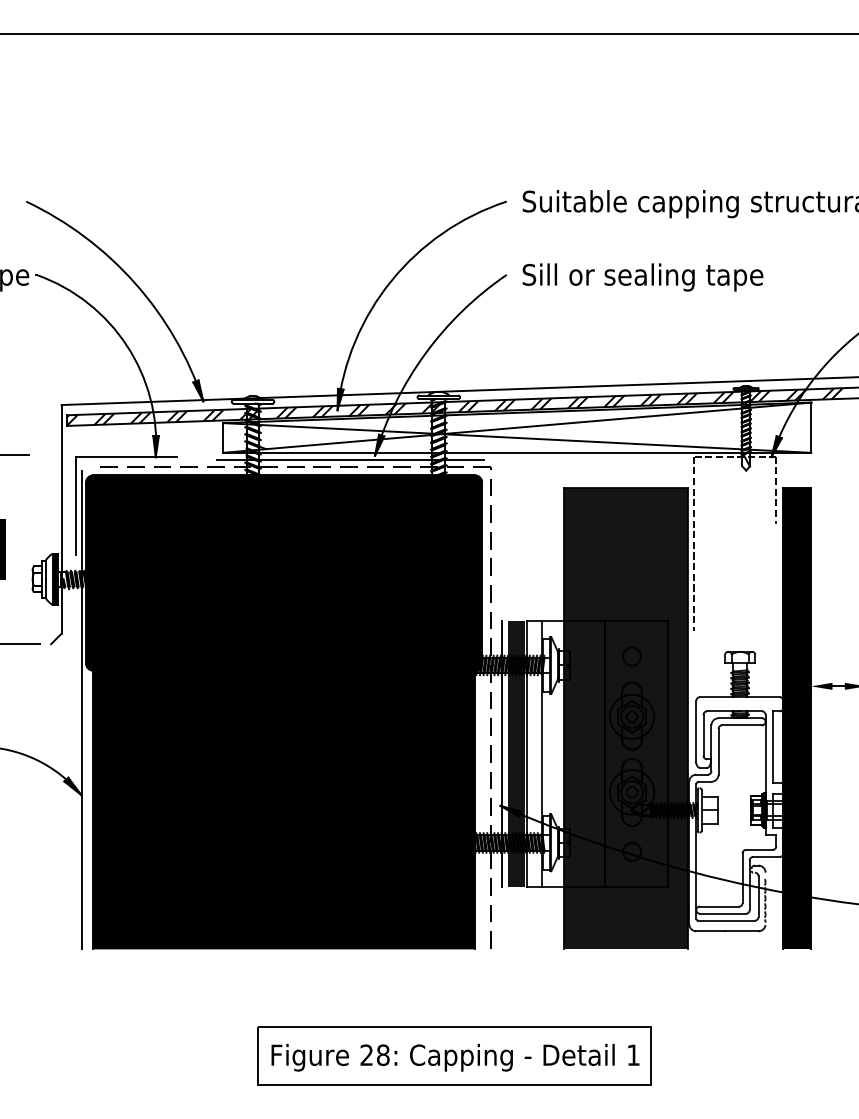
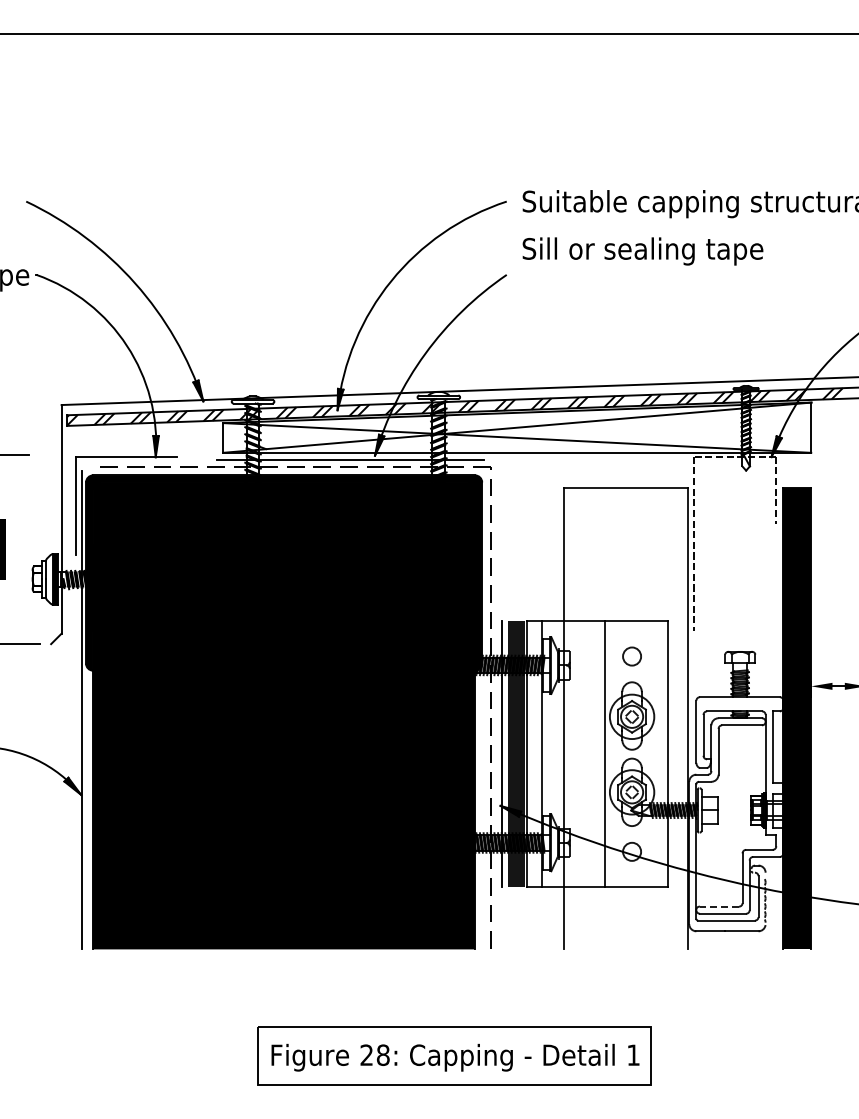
text at (642, 277) position: (642, 277) -> (642, 251)
fill at (626, 718): present -> none
line at (719, 906): solid -> dashed
